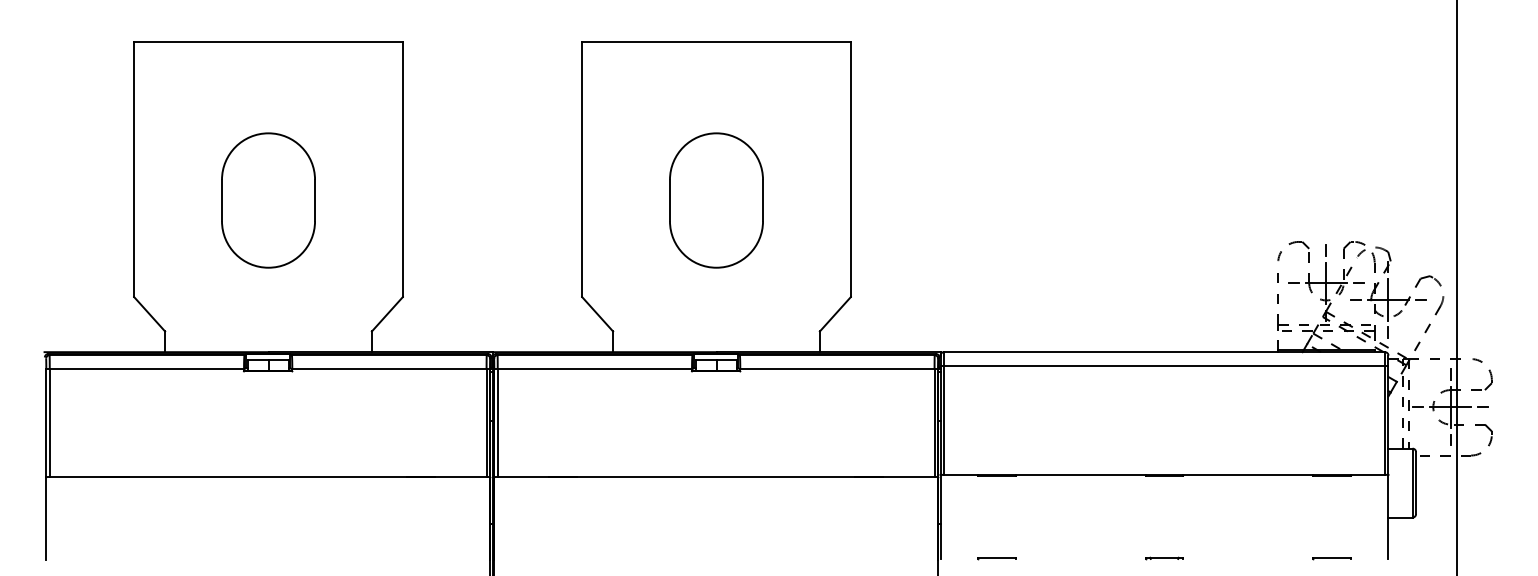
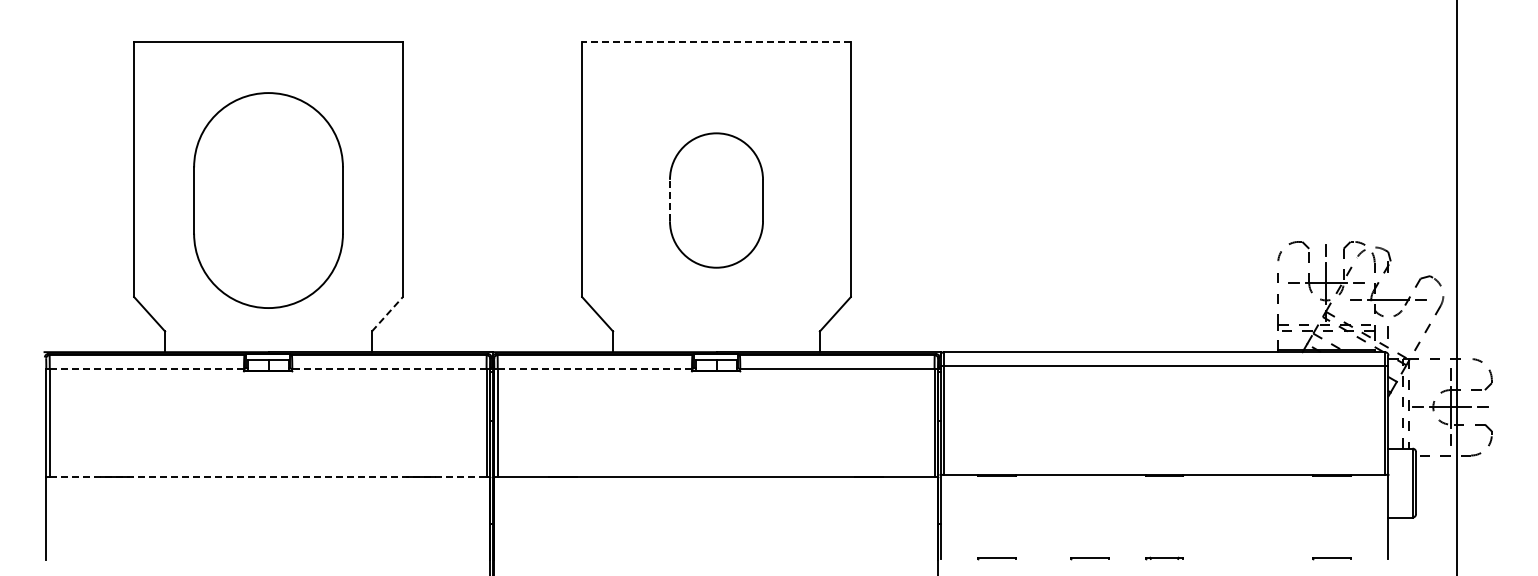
line at (716, 42): solid -> dashed
part at (268, 200) size: 95x137 px -> 151x217 px
line at (669, 200): solid -> dashed
line at (1388, 299): present -> none
line at (387, 313): solid -> dashed
line at (146, 369): solid -> dashed
line at (388, 369): solid -> dashed
line at (594, 369): solid -> dashed
line at (268, 476): solid -> dashed
part at (1089, 558): none -> present
